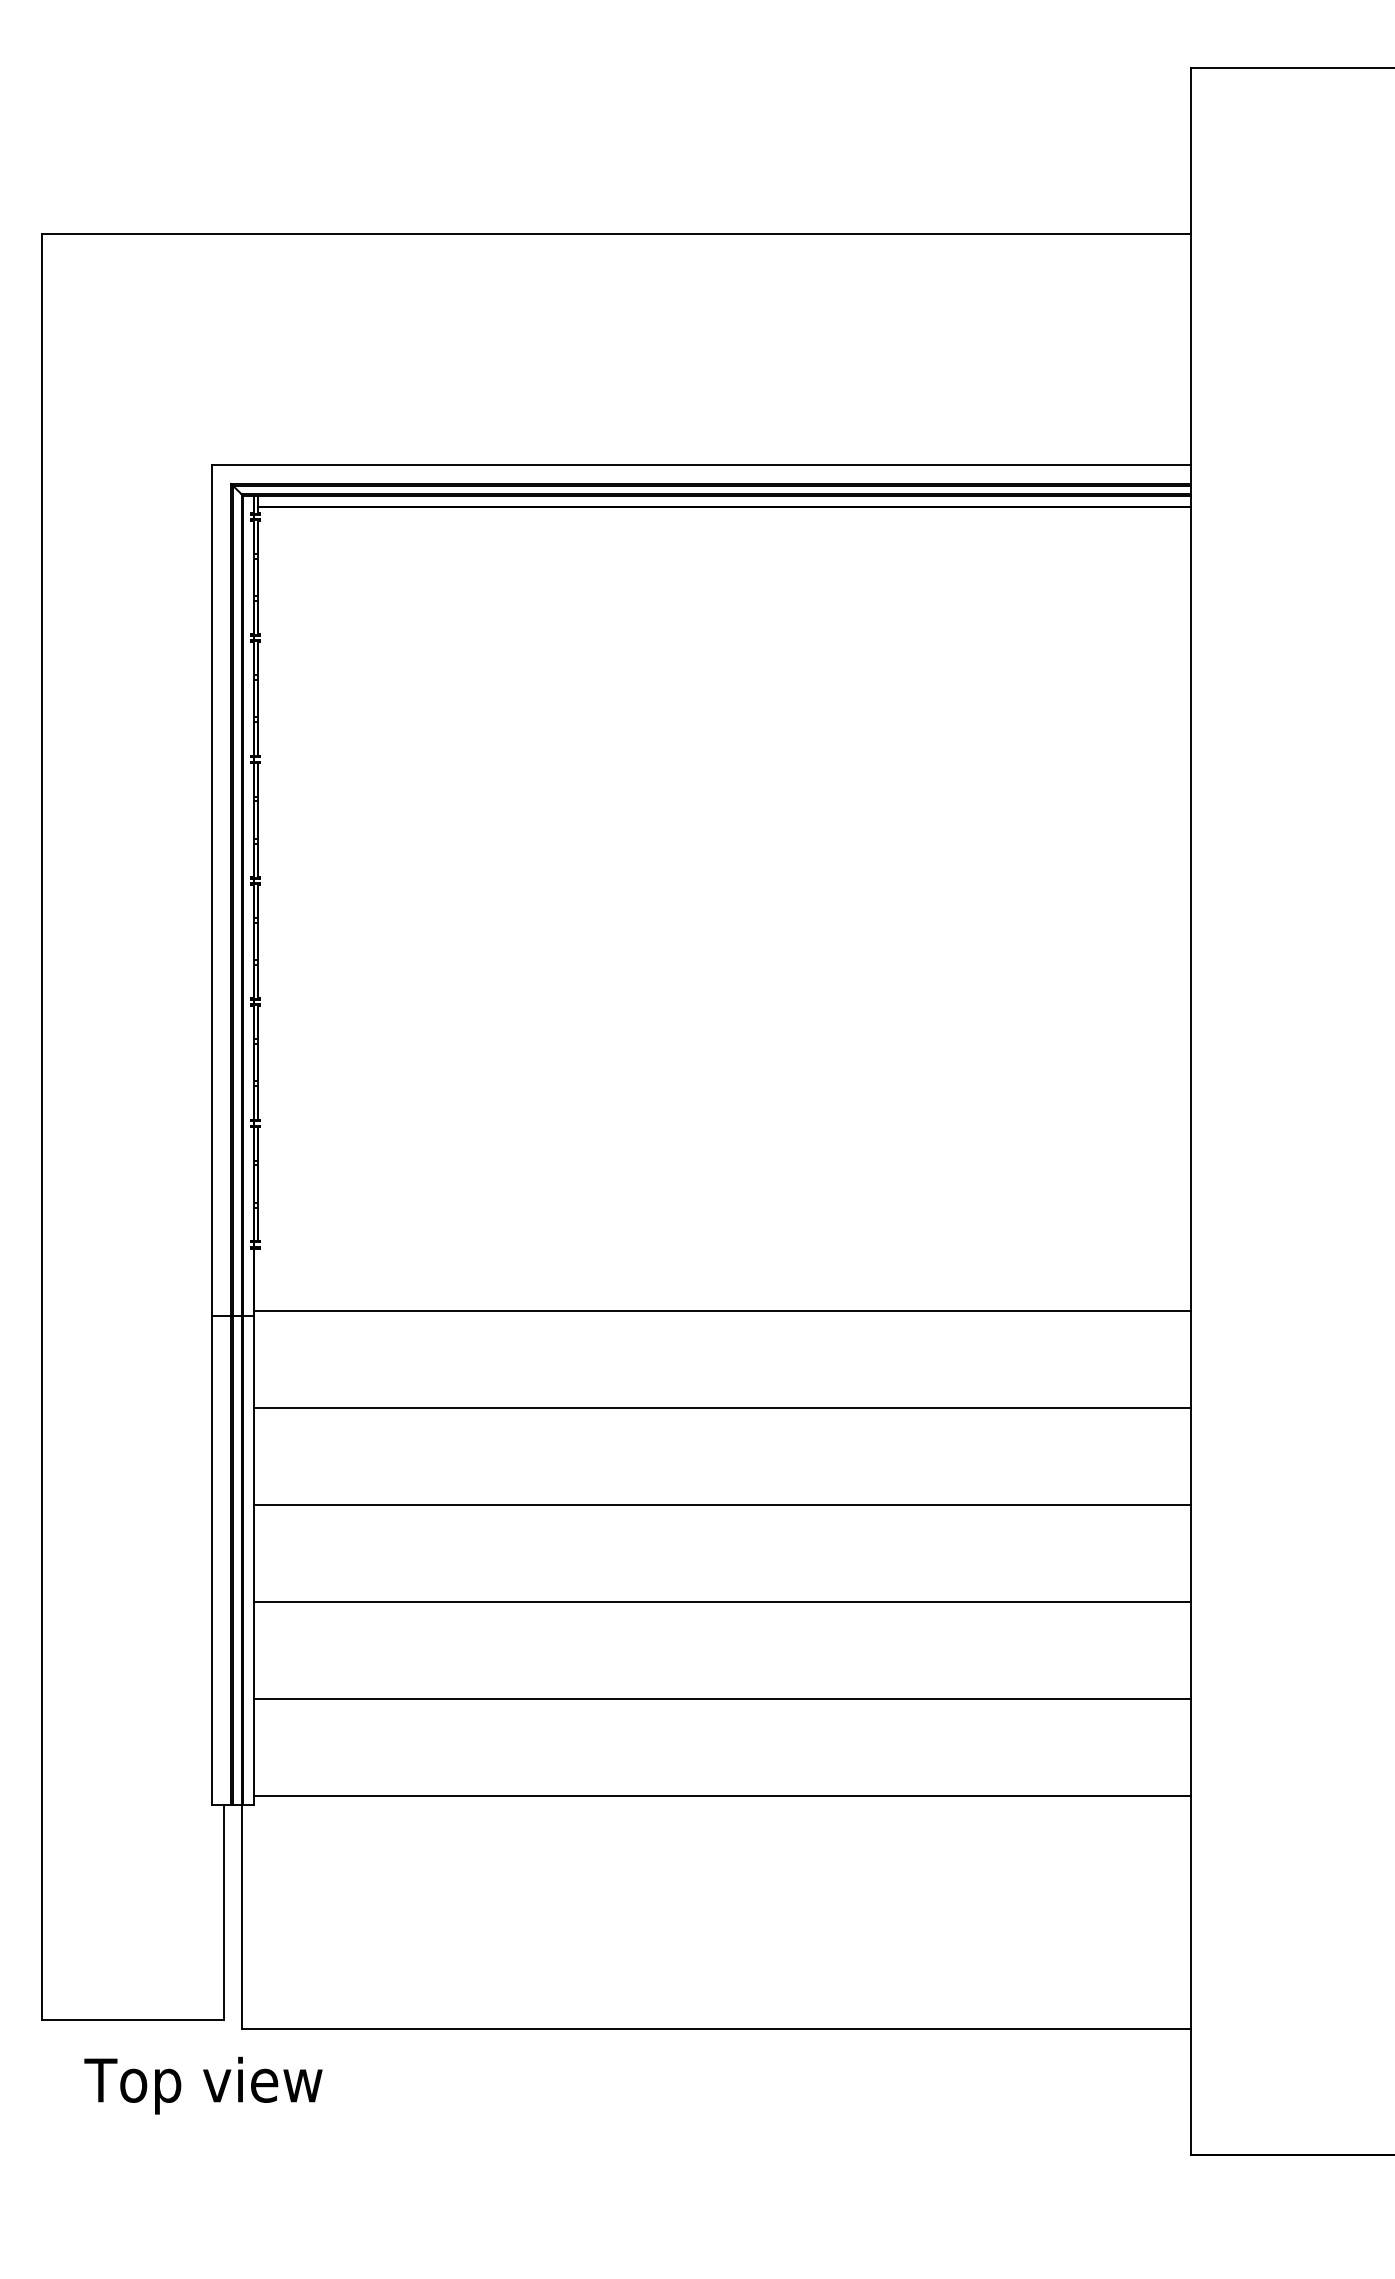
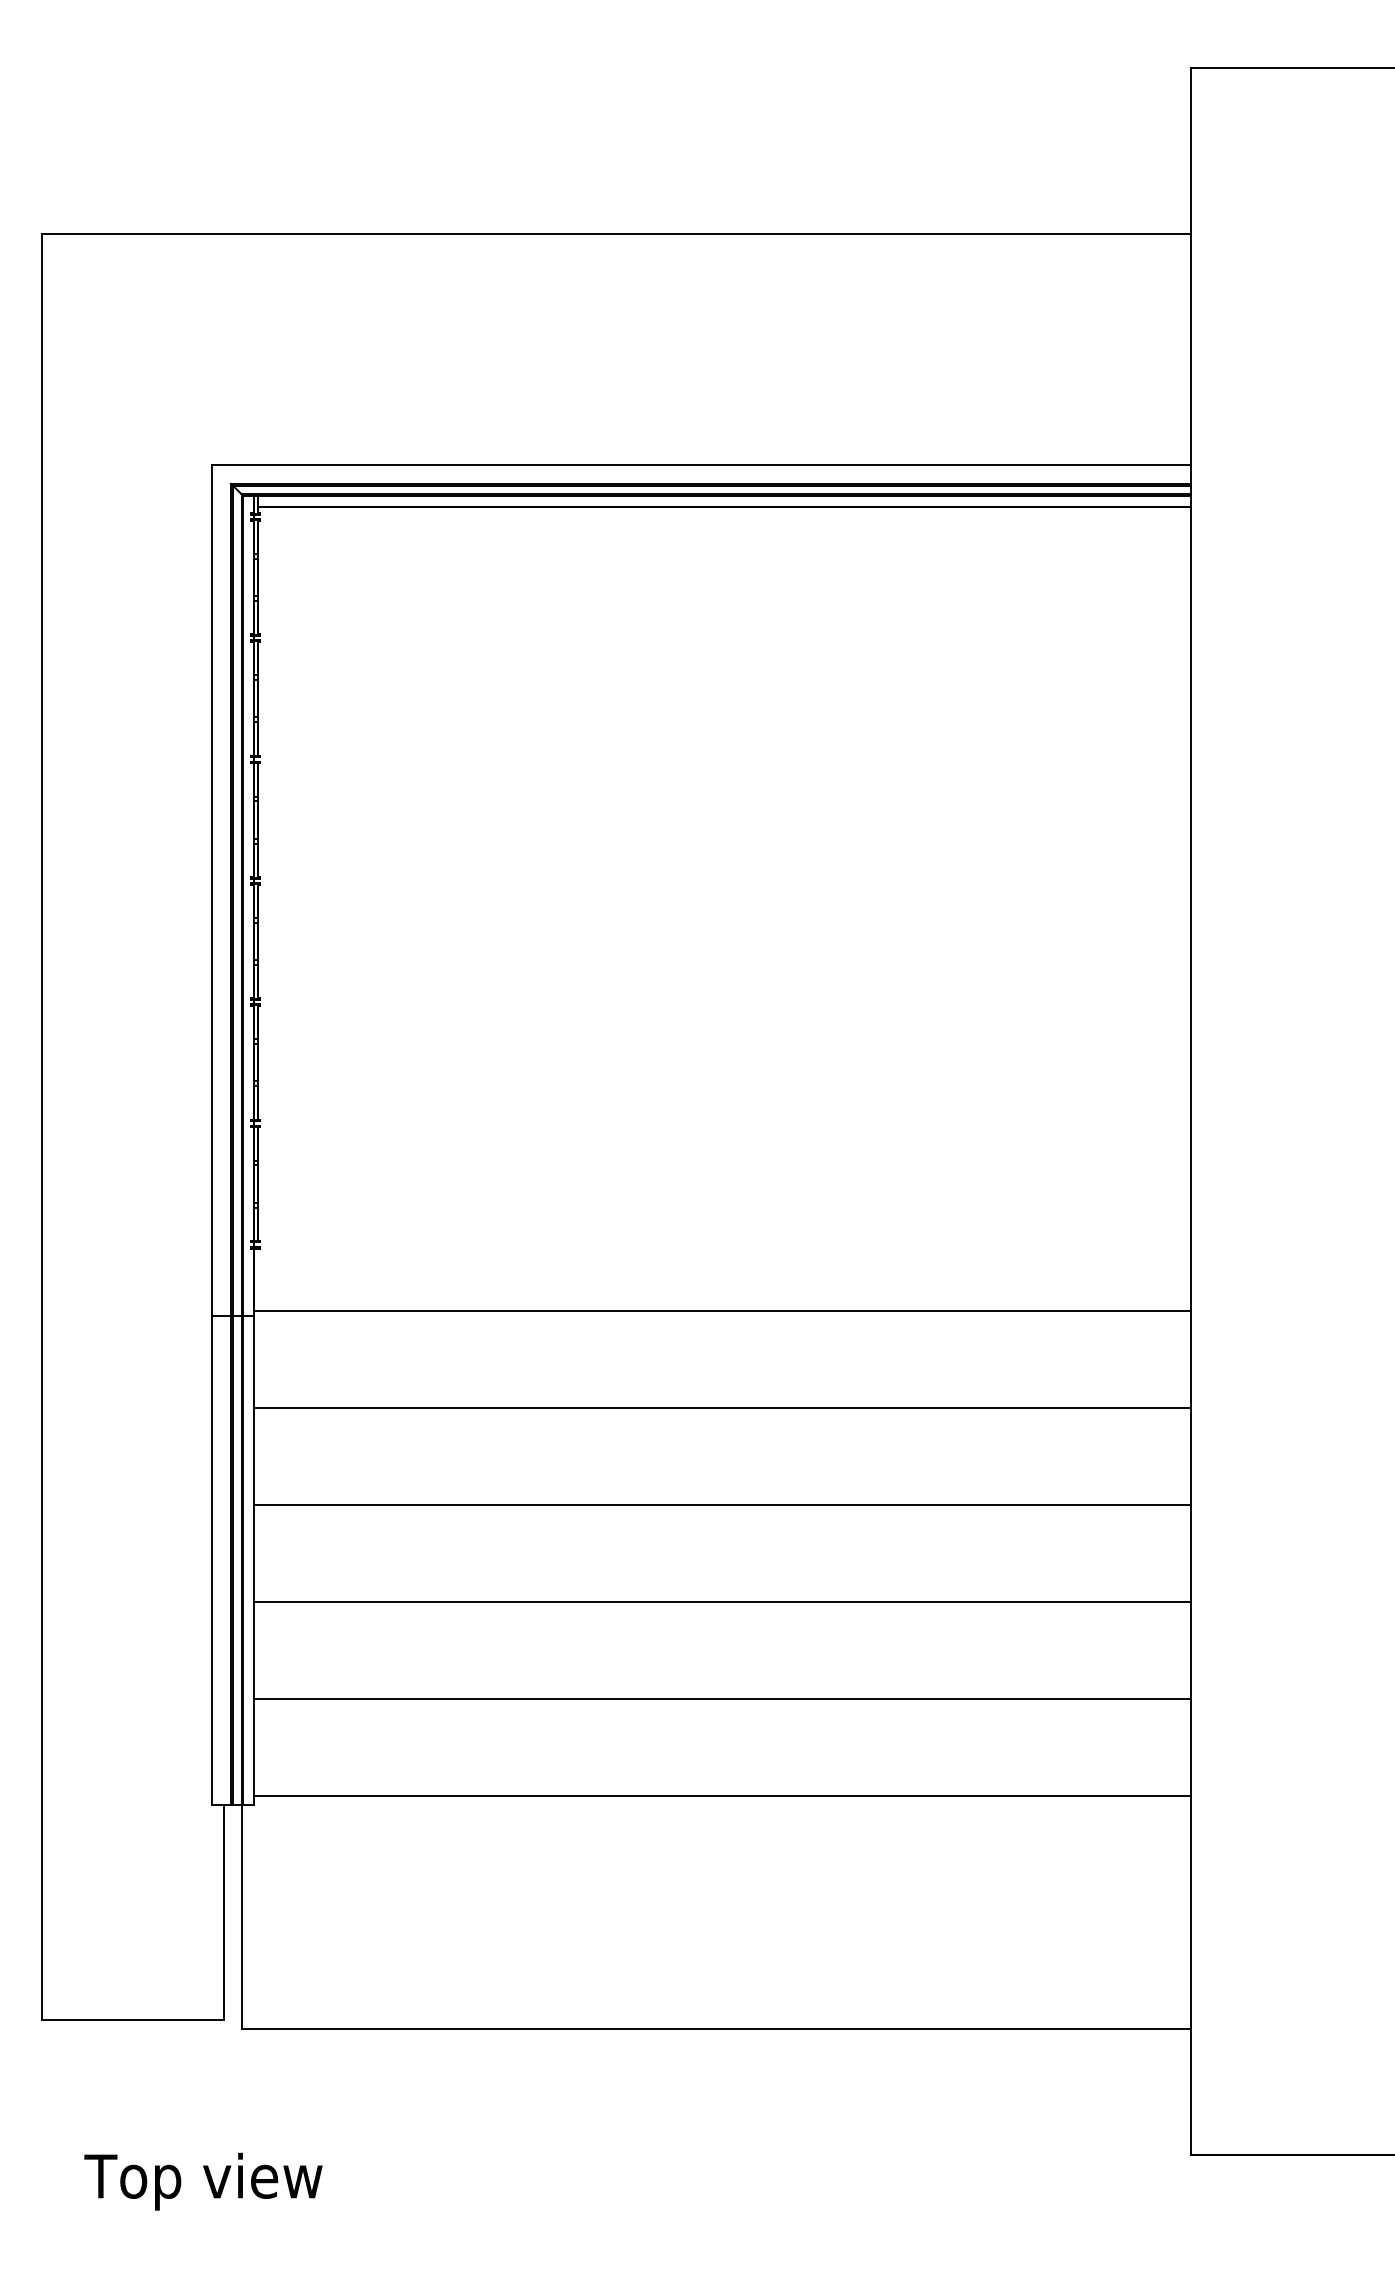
text at (203, 2085) position: (203, 2085) -> (203, 2181)
